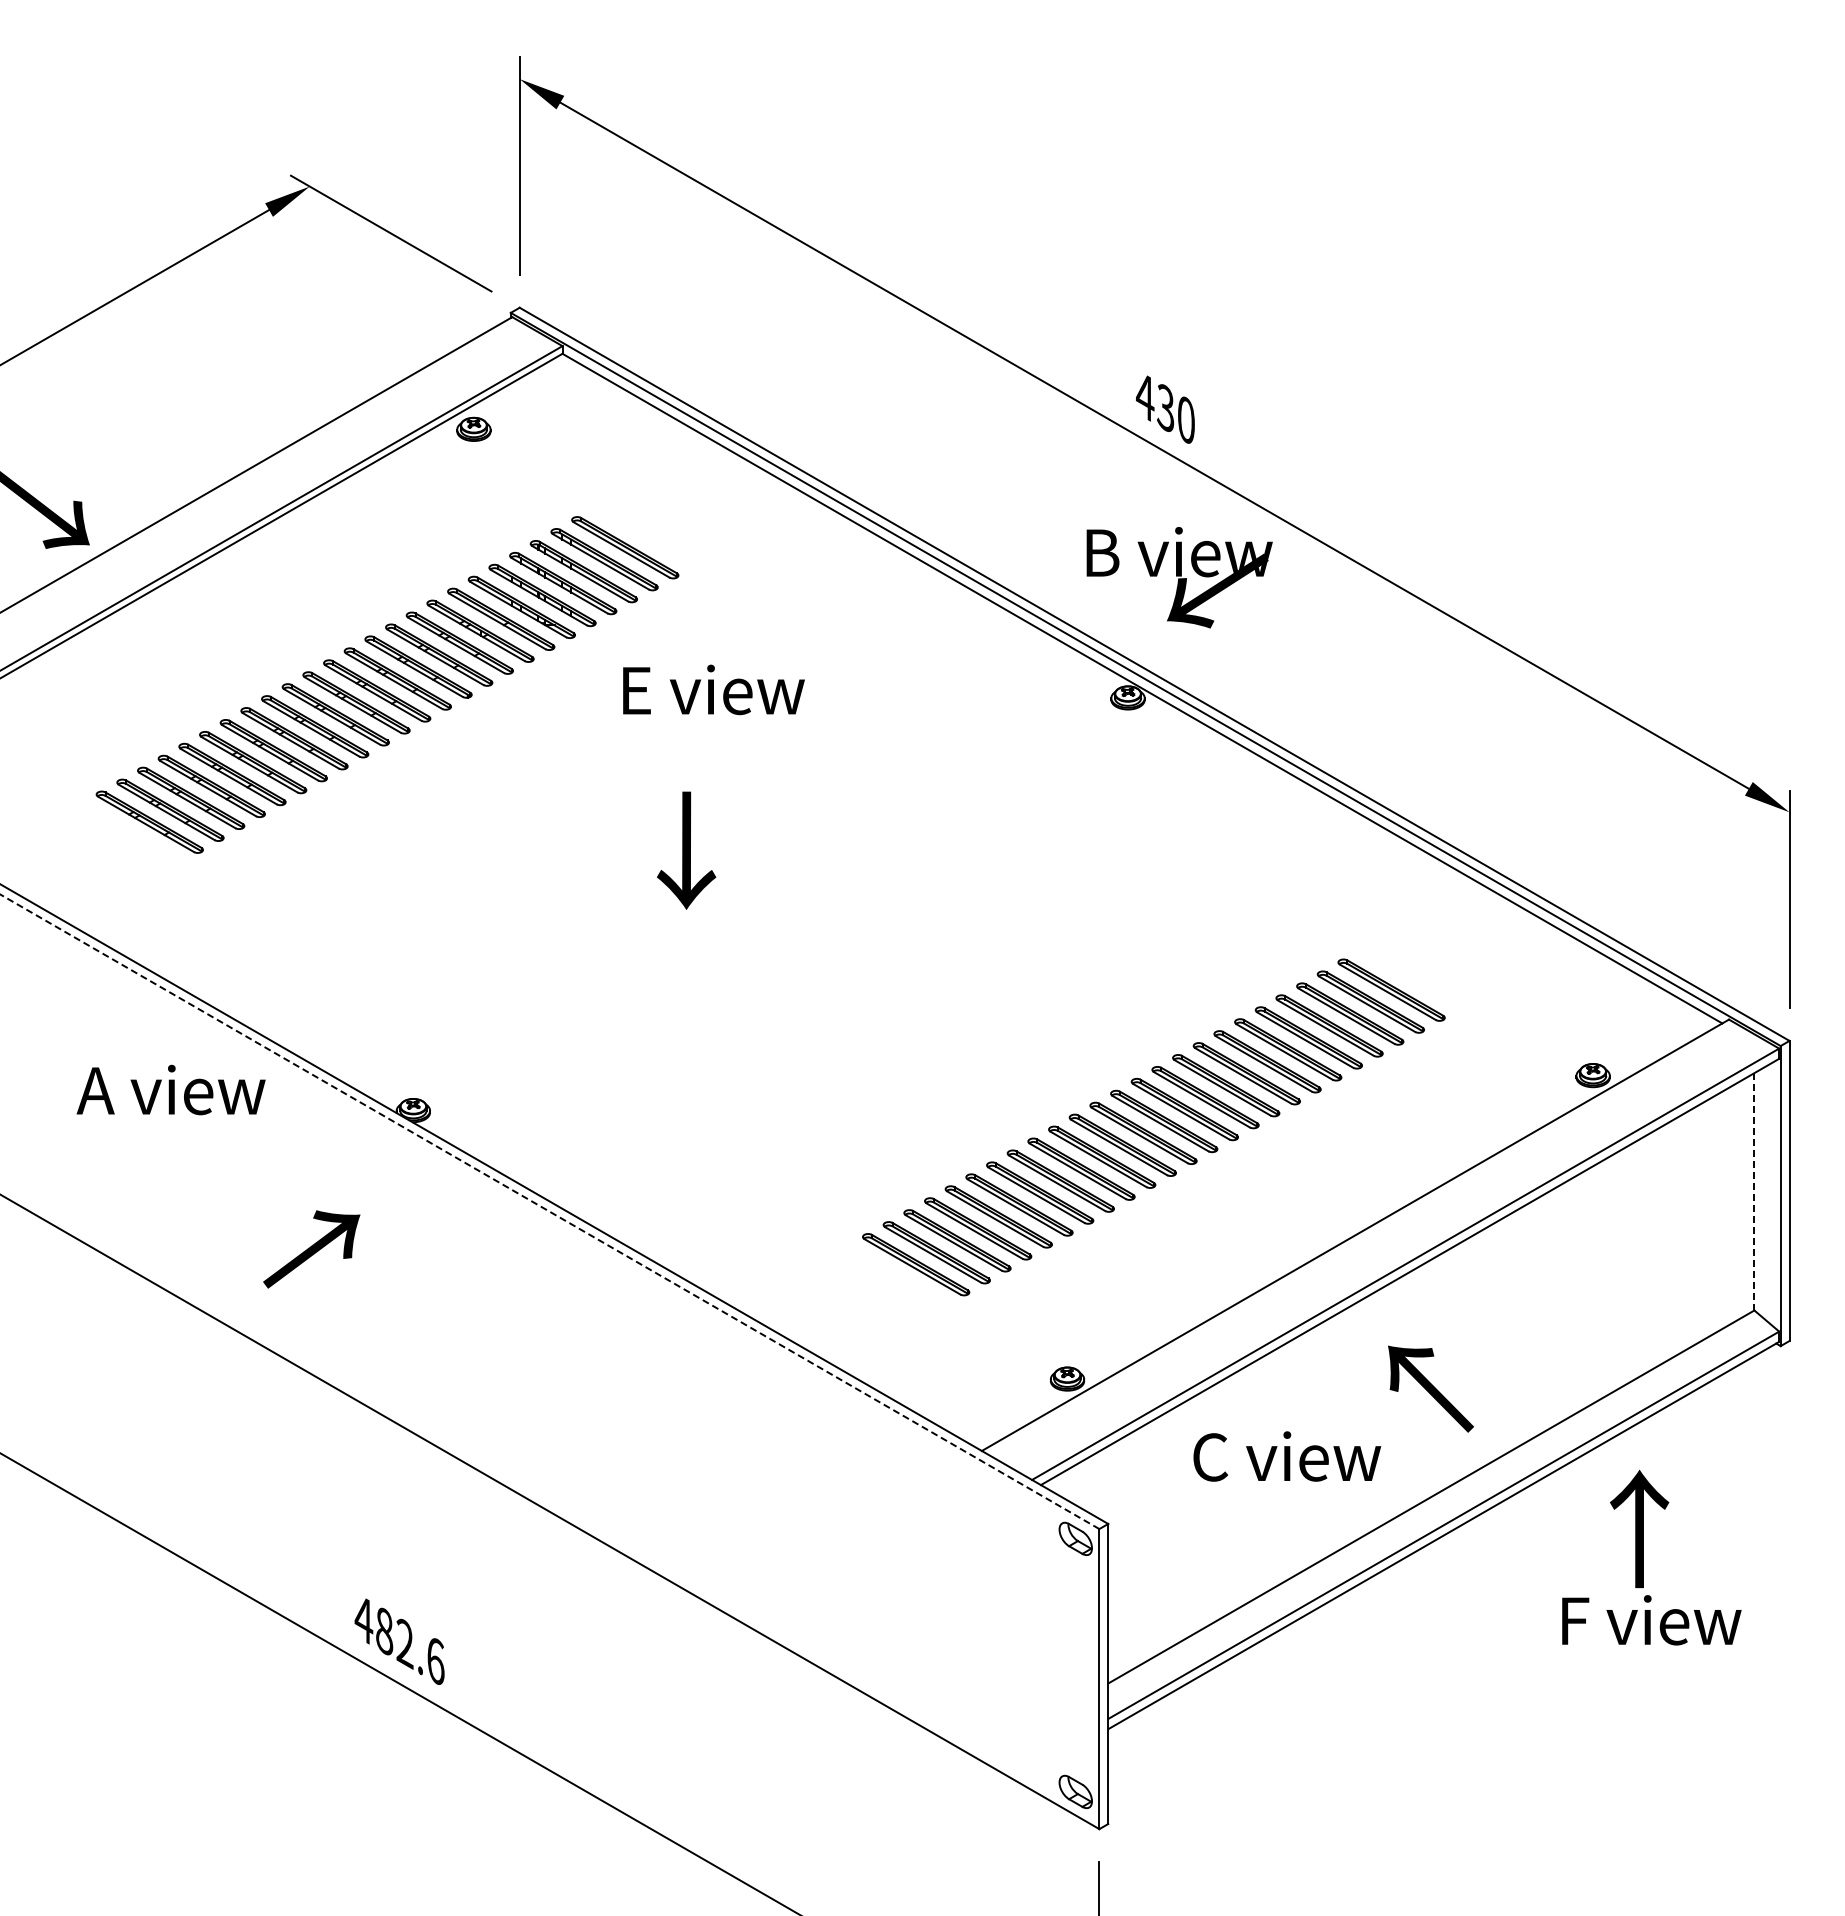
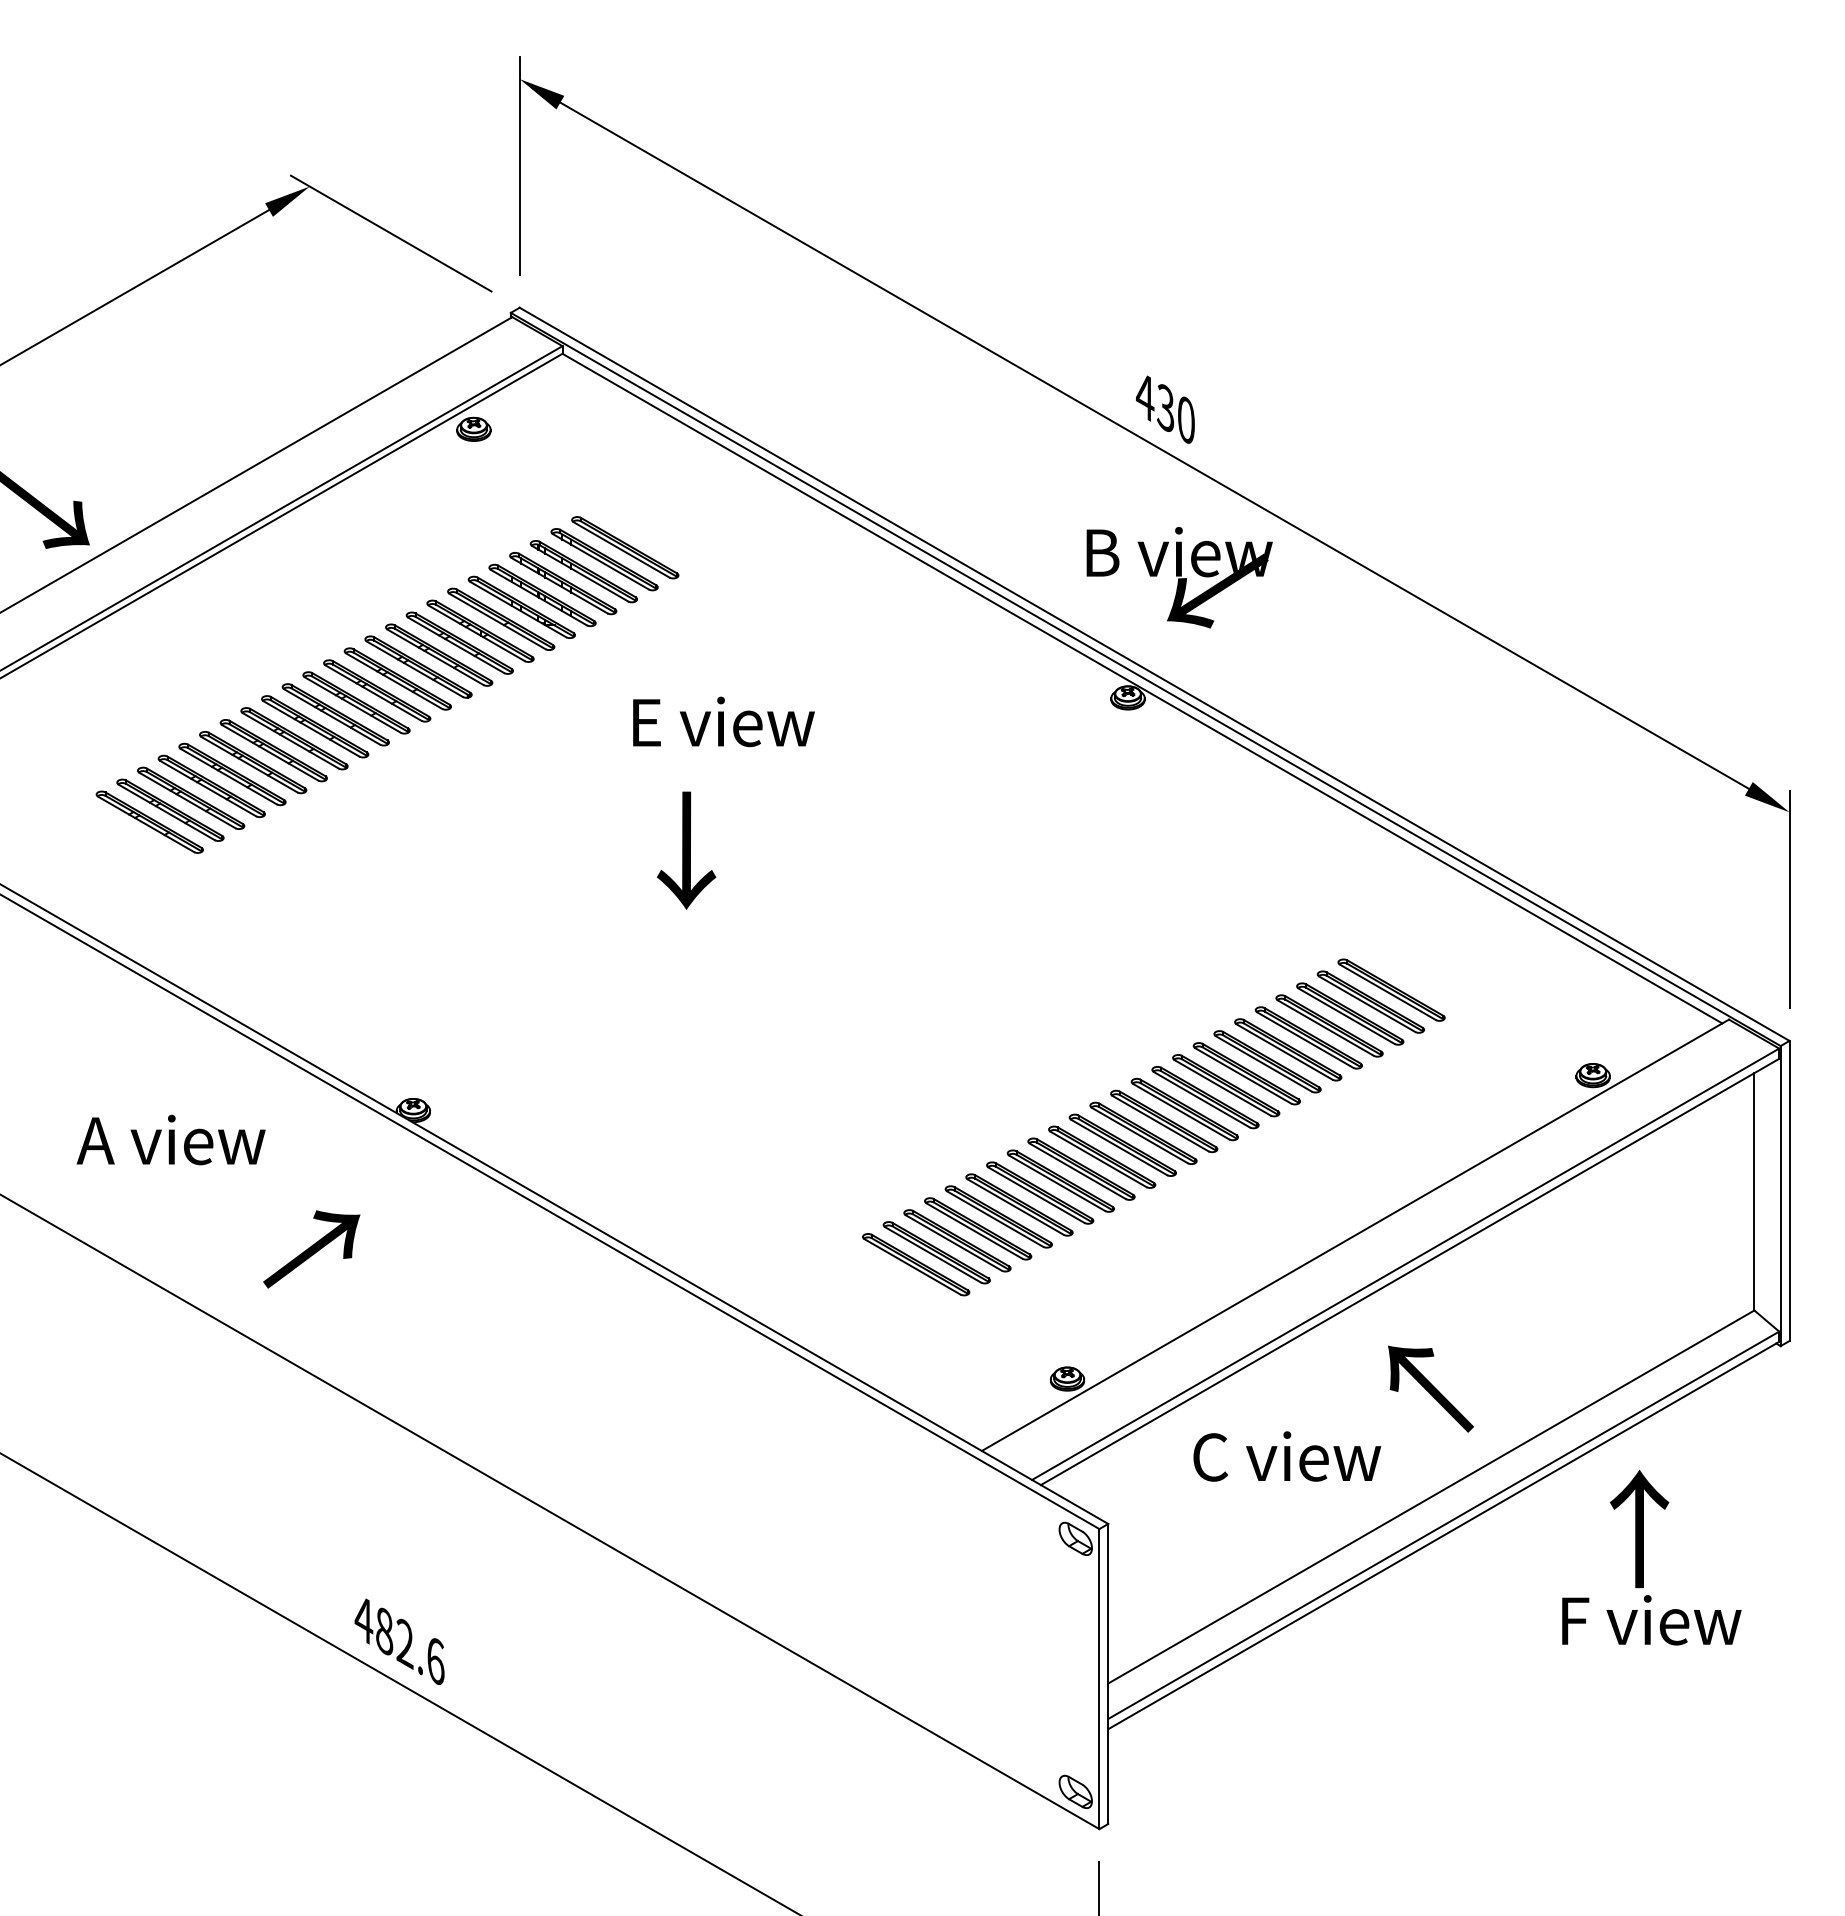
text at (713, 689) position: (713, 689) -> (723, 721)
text at (170, 1089) position: (170, 1089) -> (170, 1139)
line at (1754, 1191): dashed -> solid
line at (549, 1211): dashed -> solid
